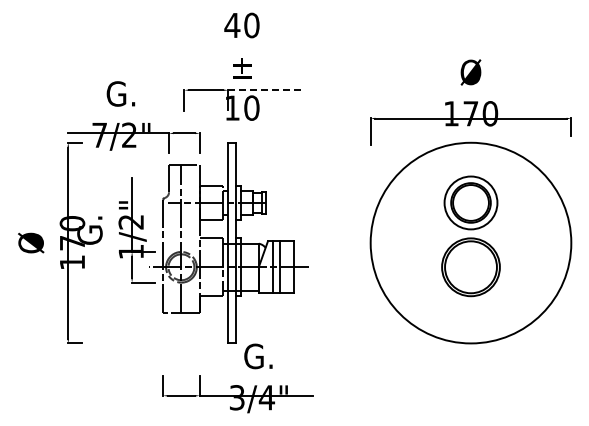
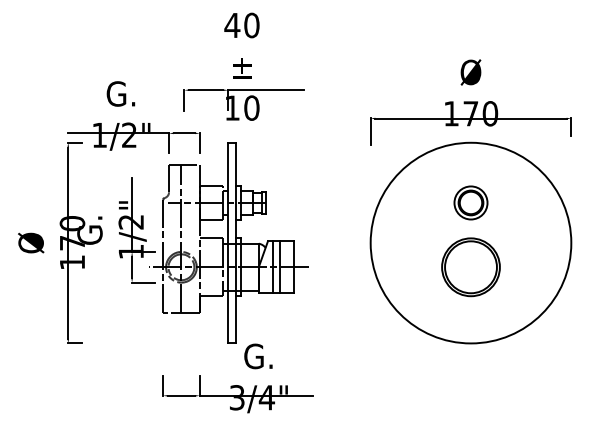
line at (266, 90): dashed -> solid
text at (99, 135): 7/2" -> 1/2"
part at (470, 202) size: 56x56 px -> 36x36 px
